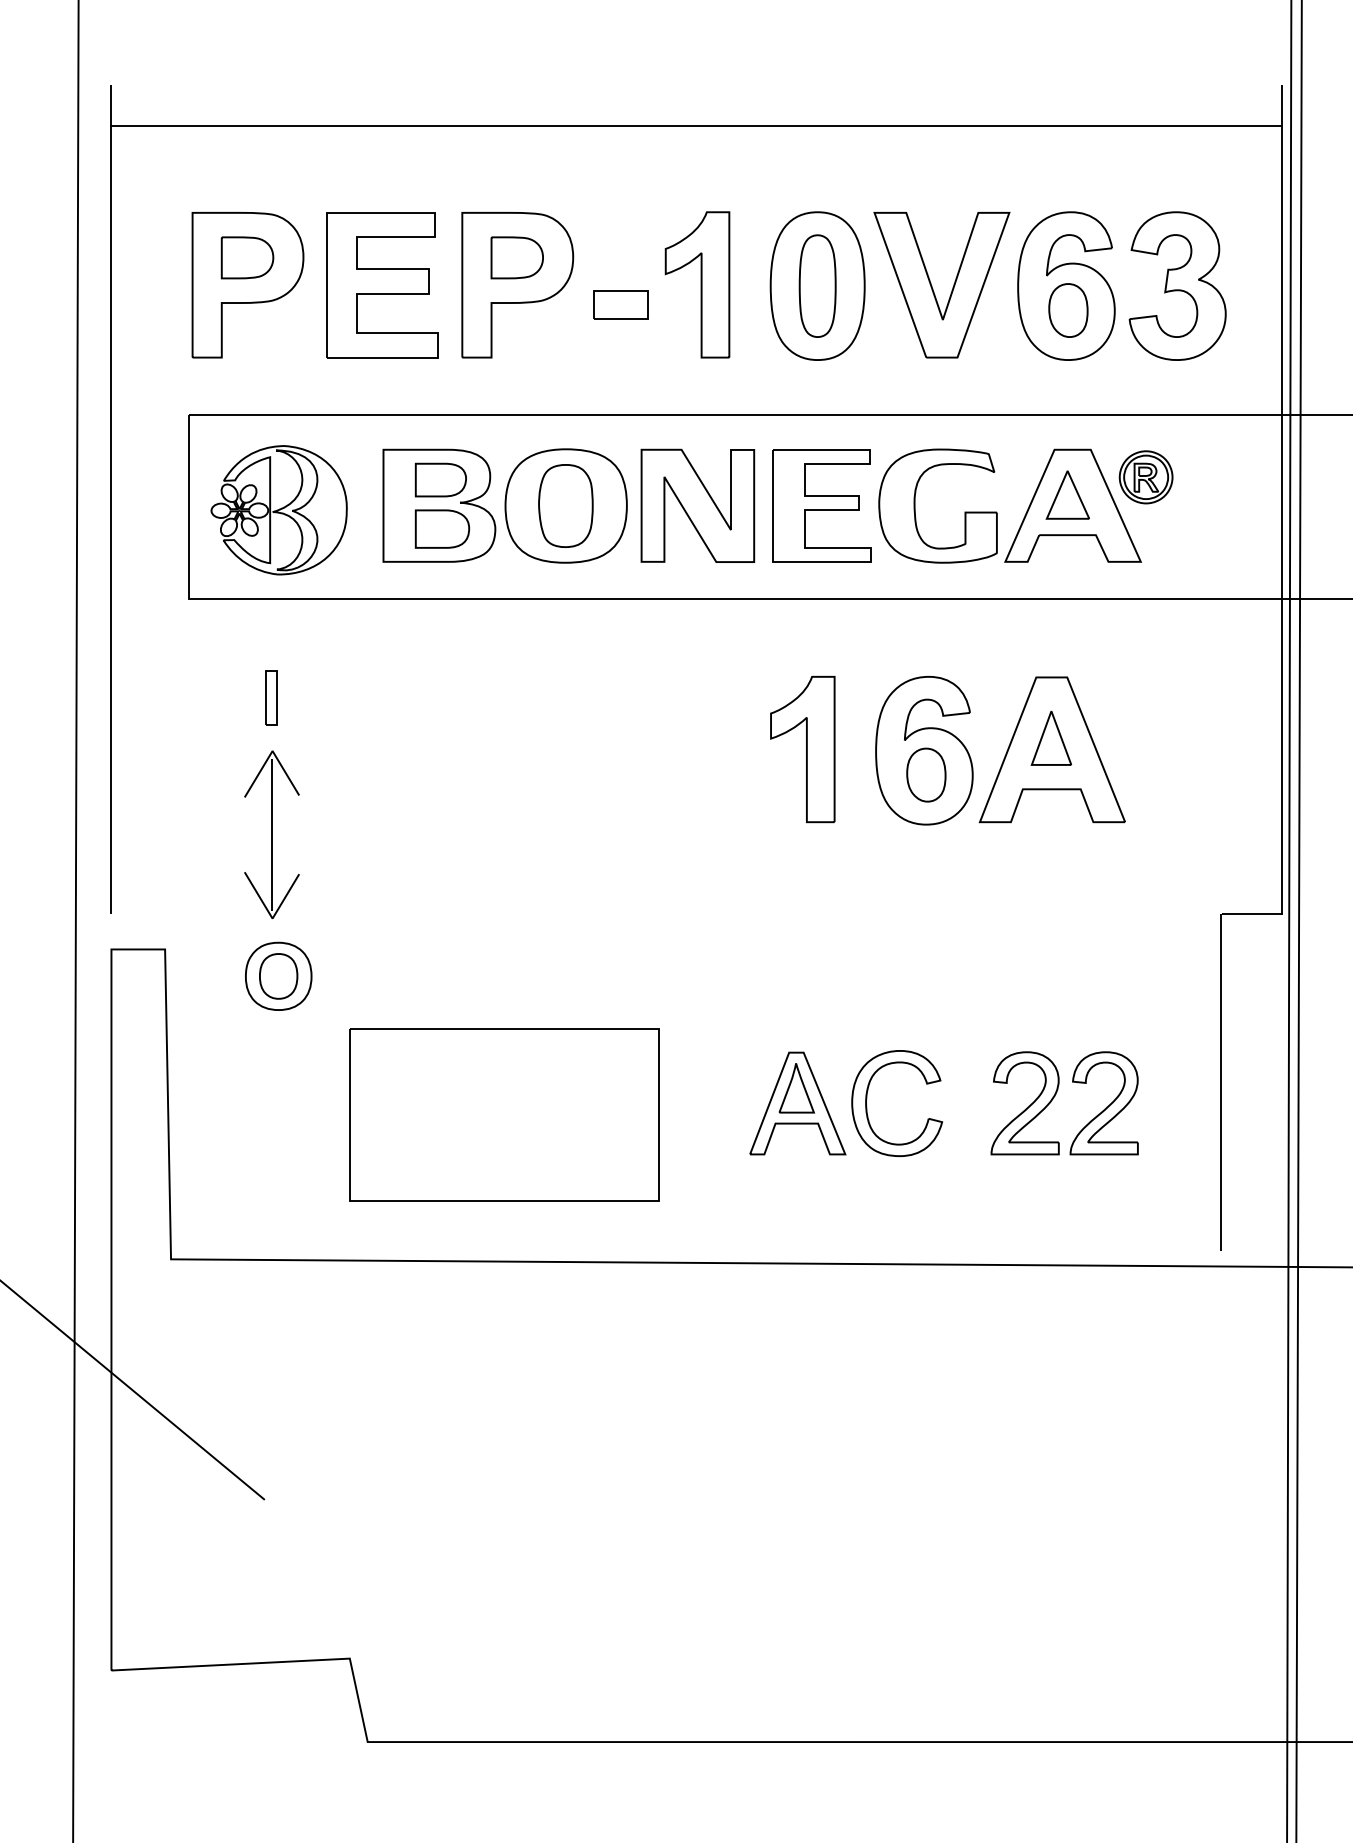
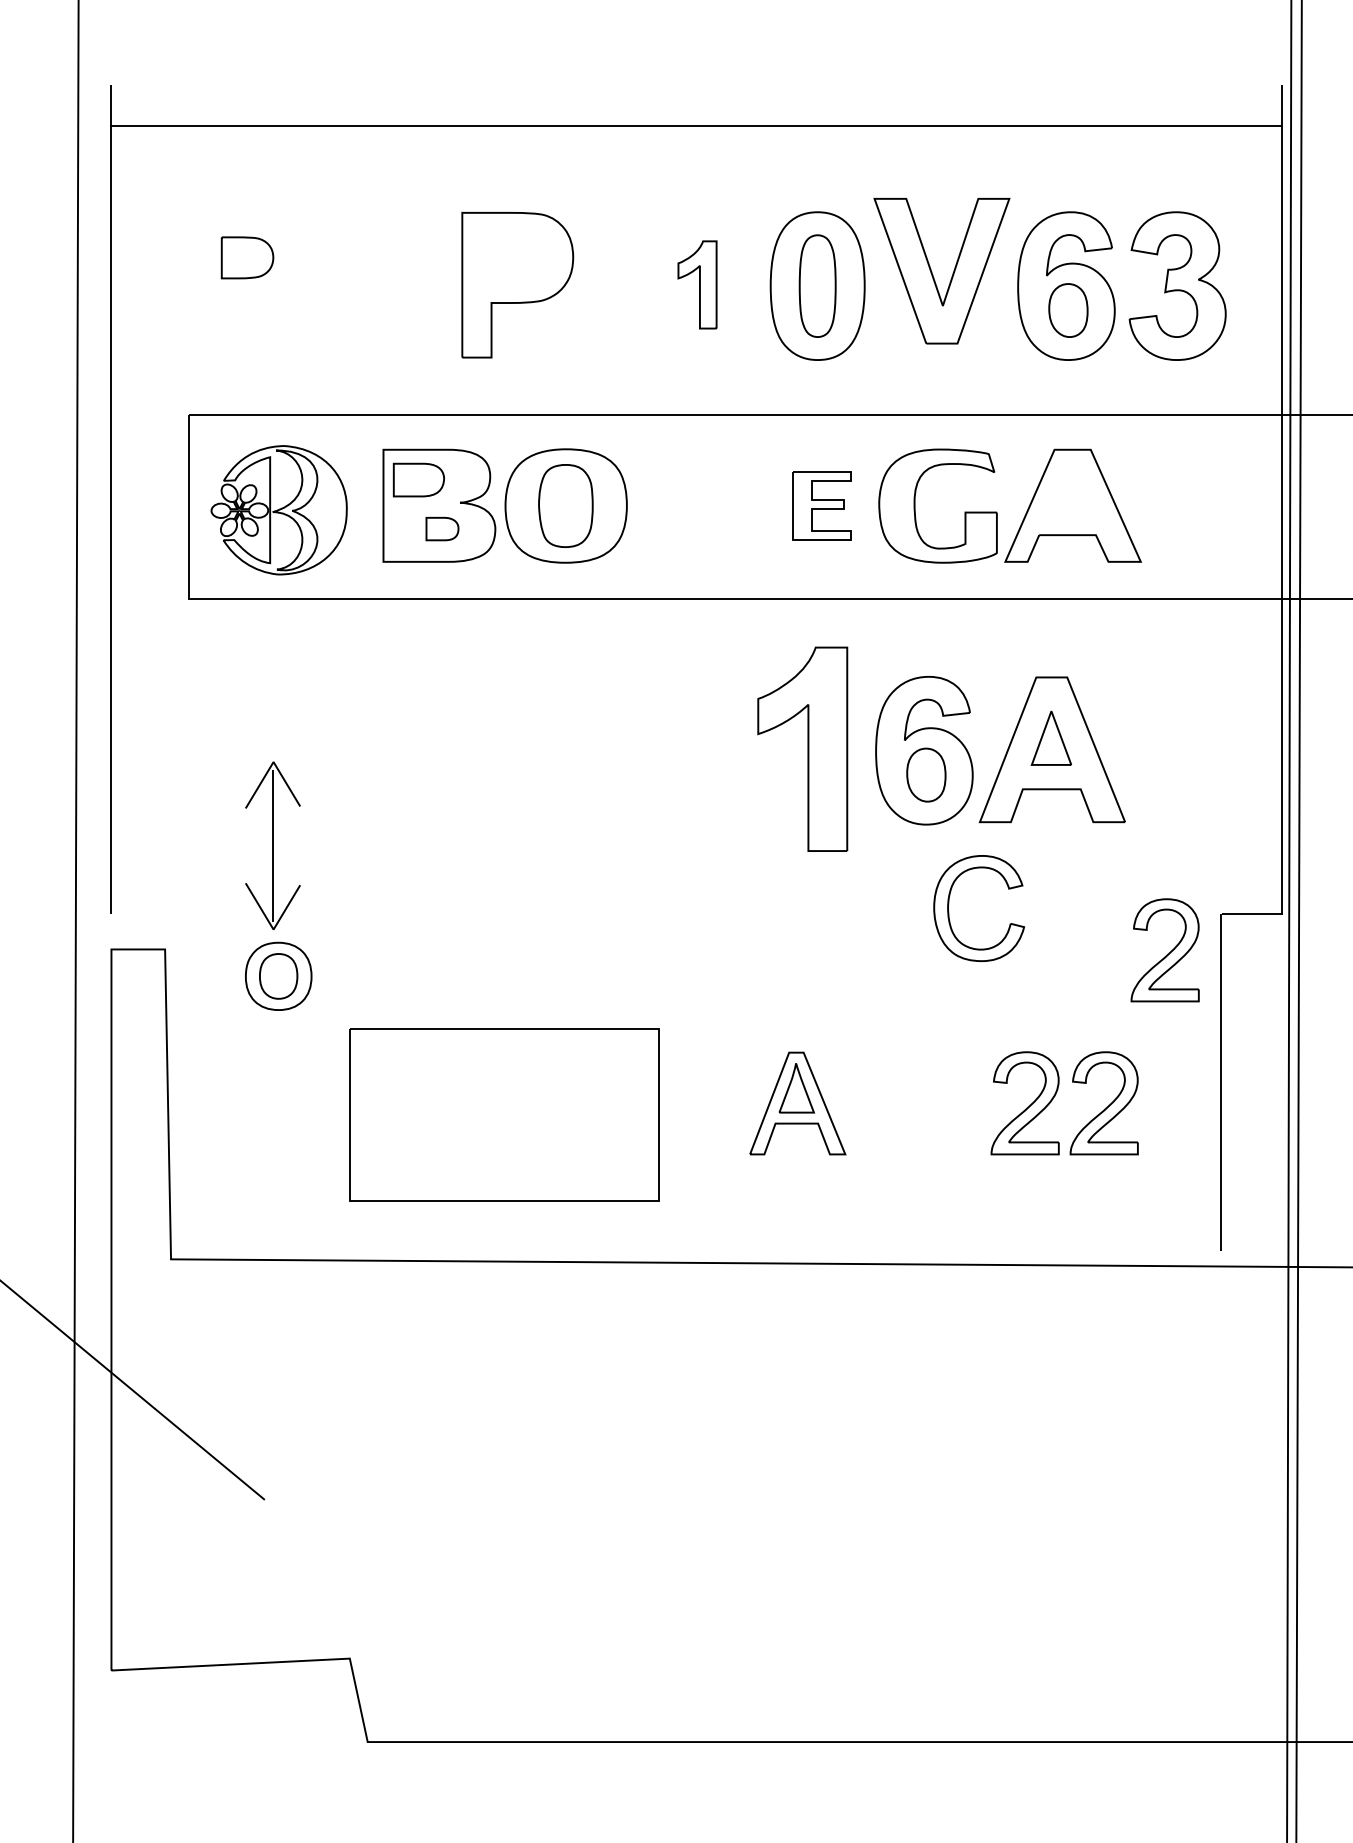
part at (516, 257): present -> none
part at (697, 284) size: 67x148 px -> 41x90 px
part at (247, 285): present -> none
part at (382, 285): present -> none
part at (933, 288) position: (933, 288) -> (933, 274)
part at (620, 304): present -> none
part at (1145, 477): present -> none
part at (440, 479) position: (440, 479) -> (418, 479)
part at (1067, 494): present -> none
part at (697, 505): present -> none
part at (821, 505) size: 100x114 px -> 60x70 px
part at (442, 528) size: 57x40 px -> 35x26 px
part at (271, 697): present -> none
part at (802, 749) size: 66x148 px -> 92x206 px
part at (271, 834) position: (271, 834) -> (272, 845)
part at (1164, 950): none -> present
part at (867, 1106) position: (867, 1106) -> (949, 911)
